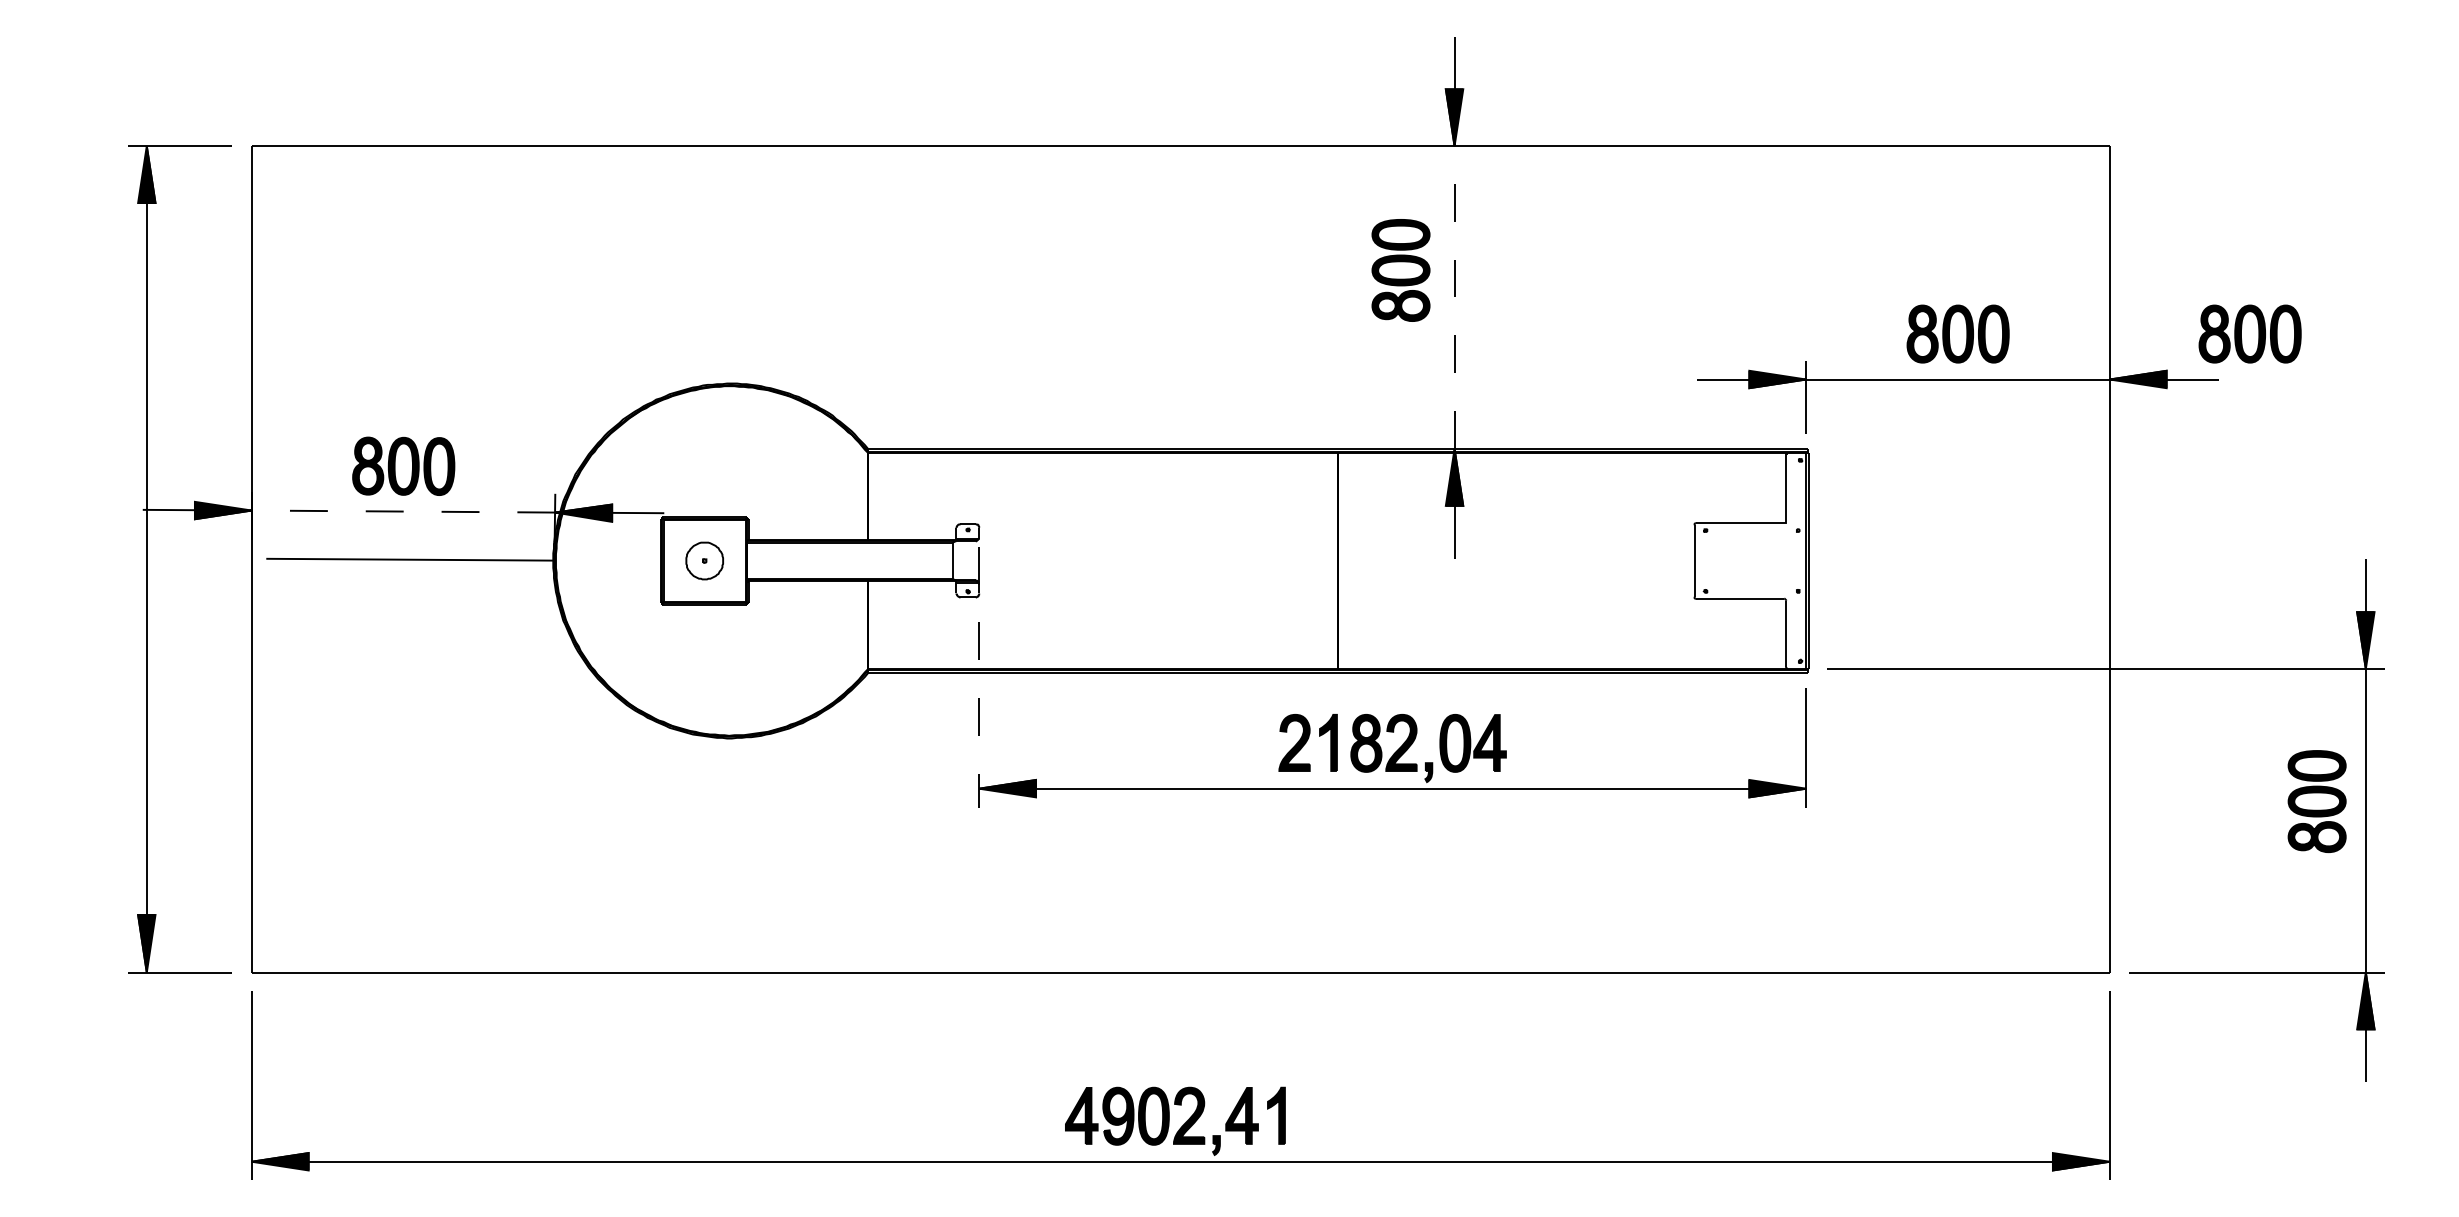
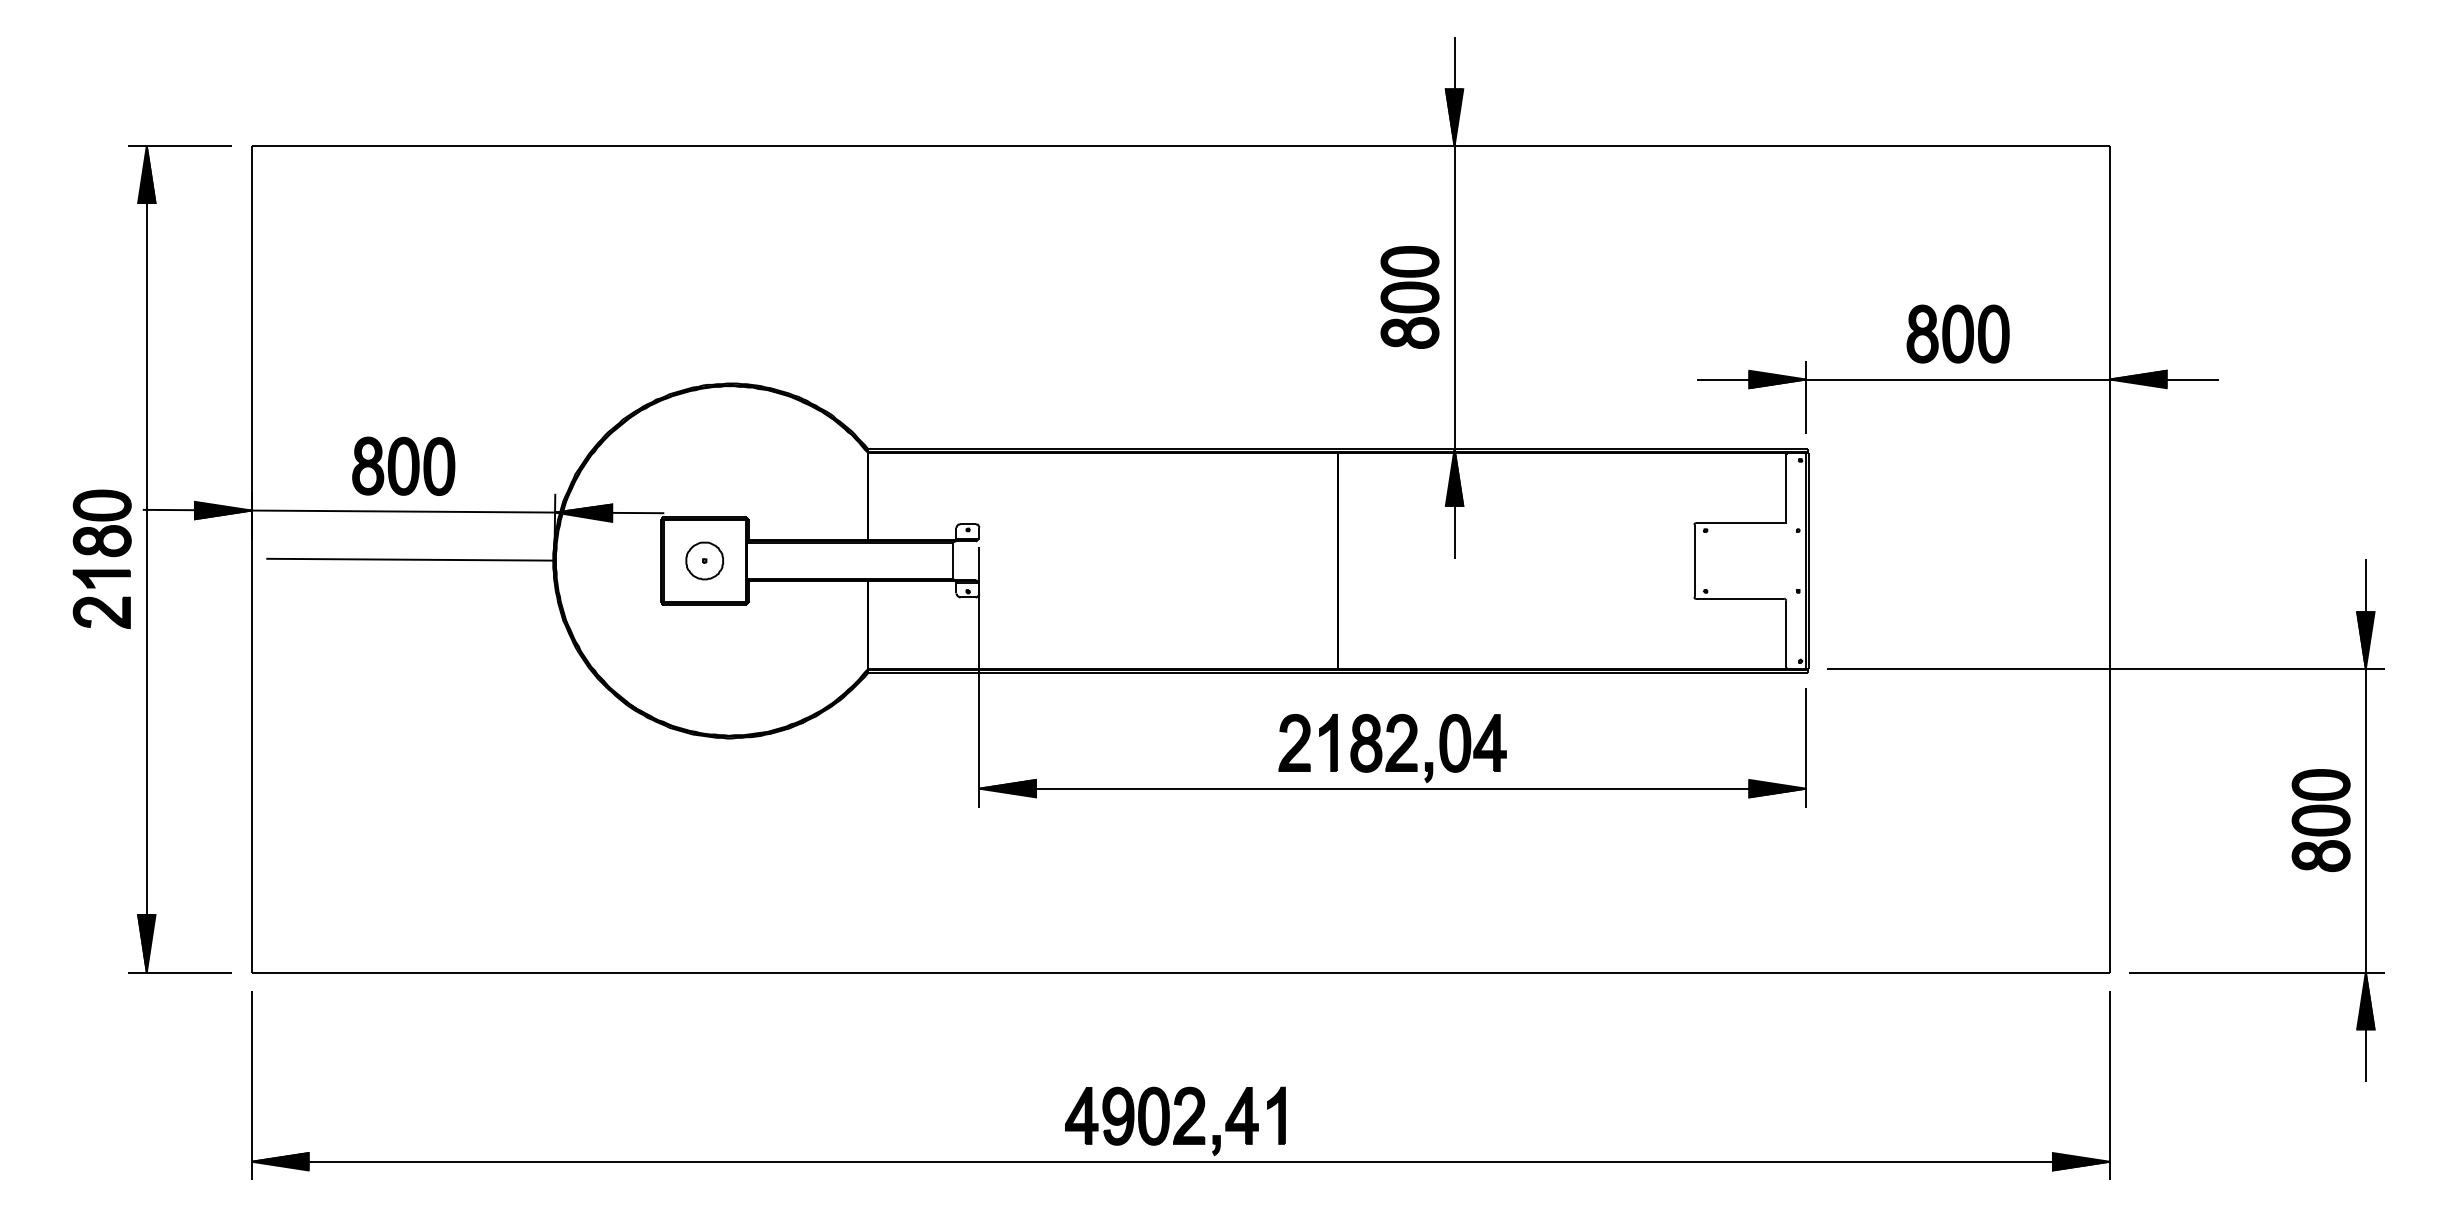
part at (1400, 270) position: (1400, 270) -> (1409, 297)
line at (1454, 297): dashed -> solid
part at (2249, 333): present -> none
line at (403, 511): dashed -> solid
part at (101, 558): none -> present
line at (979, 677): dashed -> solid
part at (2316, 801) position: (2316, 801) -> (2320, 820)
